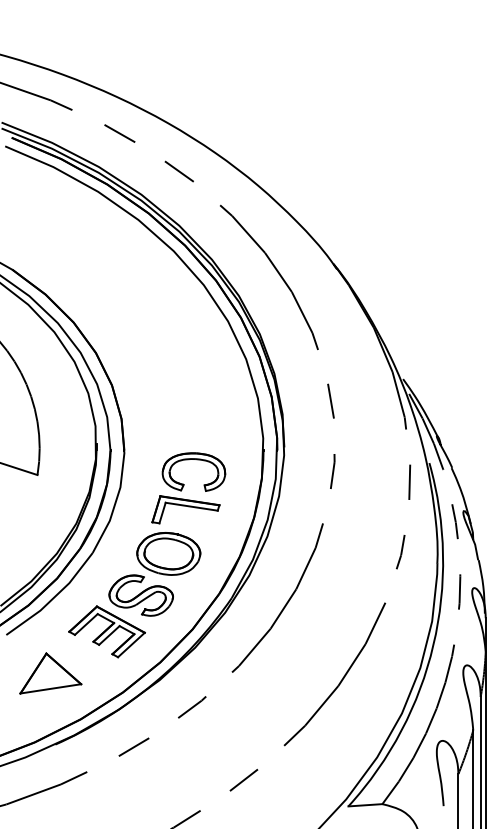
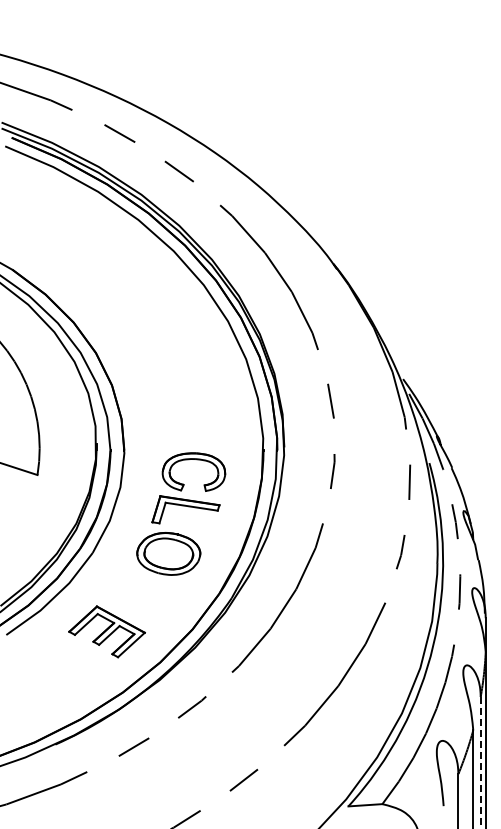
part at (140, 595): present -> none
part at (50, 673): present -> none
line at (480, 762): solid -> dashed
